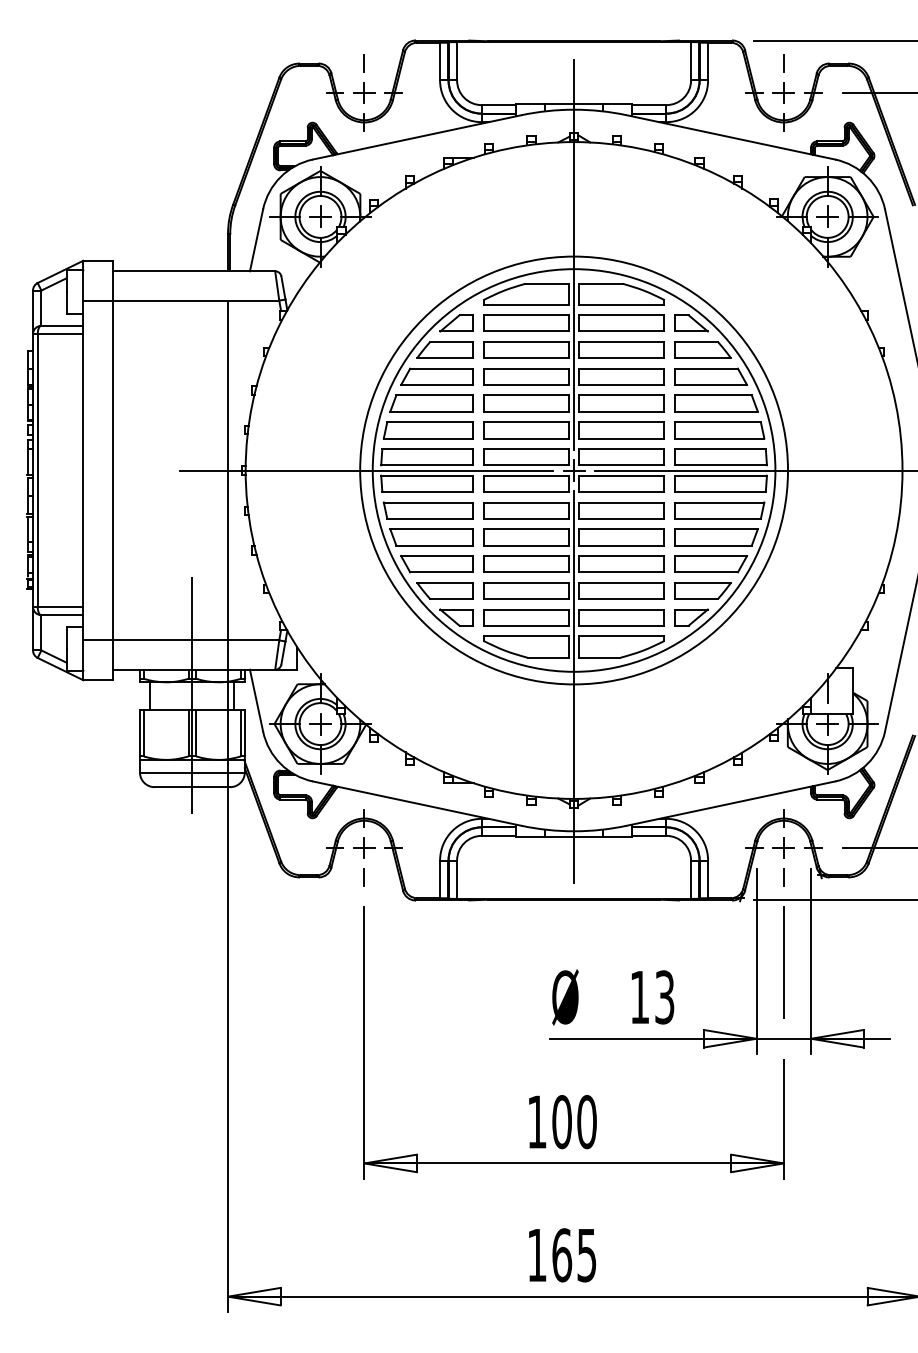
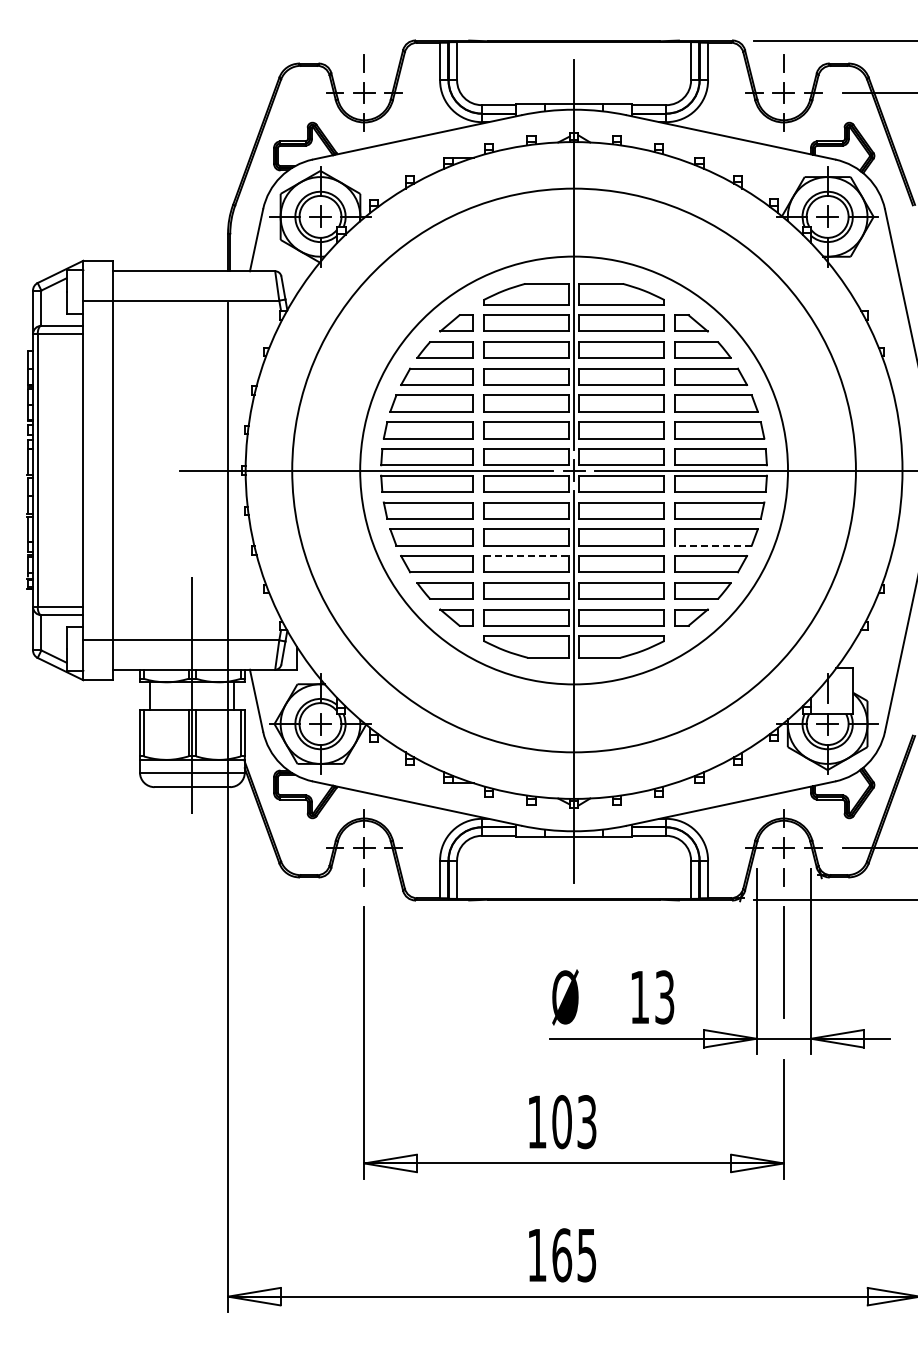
circle at (573, 470) diameter: 403 px -> 564 px
line at (712, 545): solid -> dashed
line at (526, 556): solid -> dashed
text at (586, 1122): 100 -> 103
